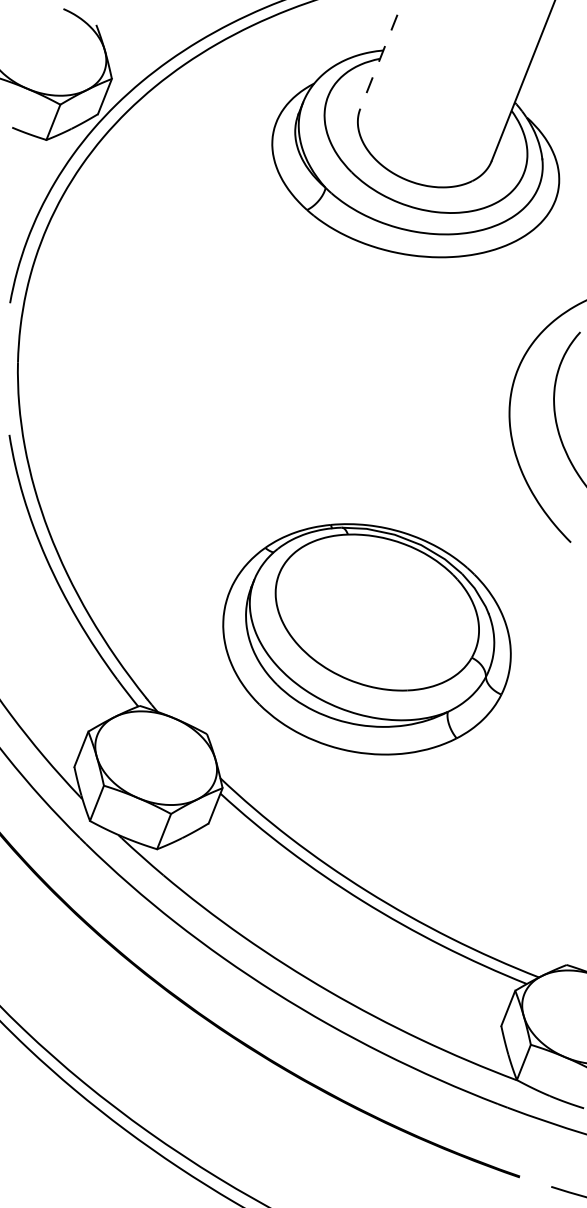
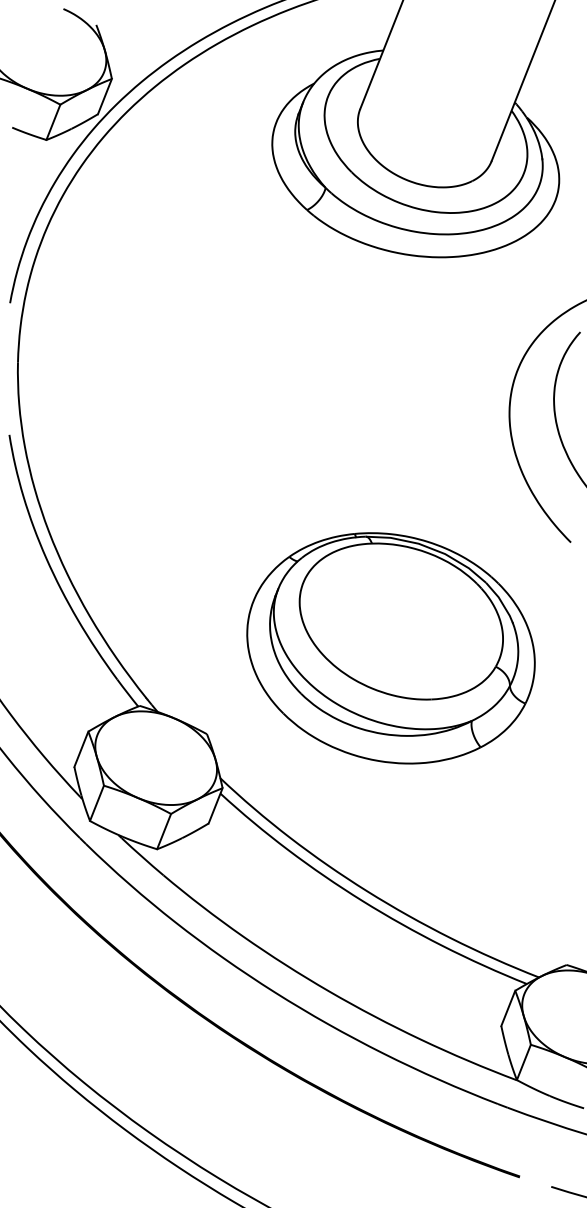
line at (381, 55): dashed -> solid
part at (366, 639) position: (366, 639) -> (390, 648)
